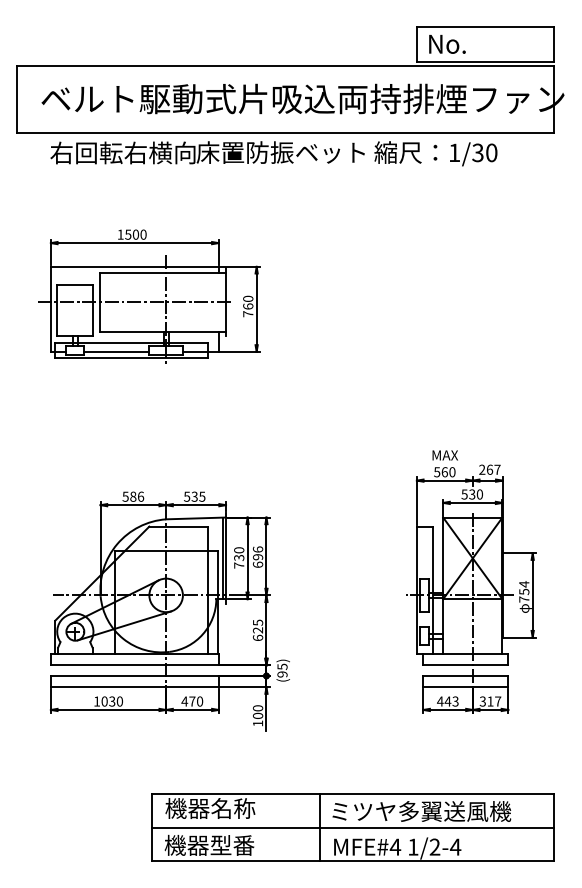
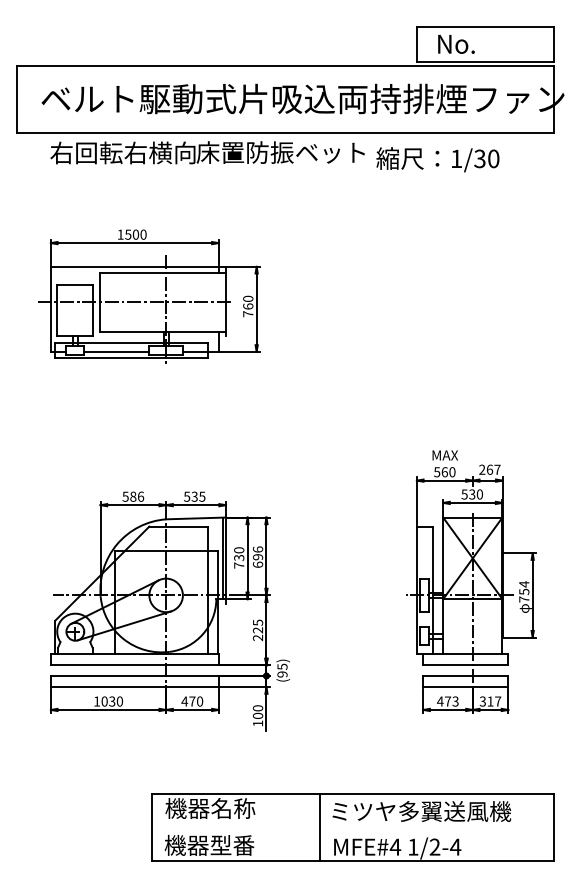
text at (447, 44) position: (447, 44) -> (456, 44)
text at (435, 153) position: (435, 153) -> (437, 159)
text at (257, 637): 625 -> 225
text at (447, 701): 443 -> 473
line at (352, 827): present -> none
